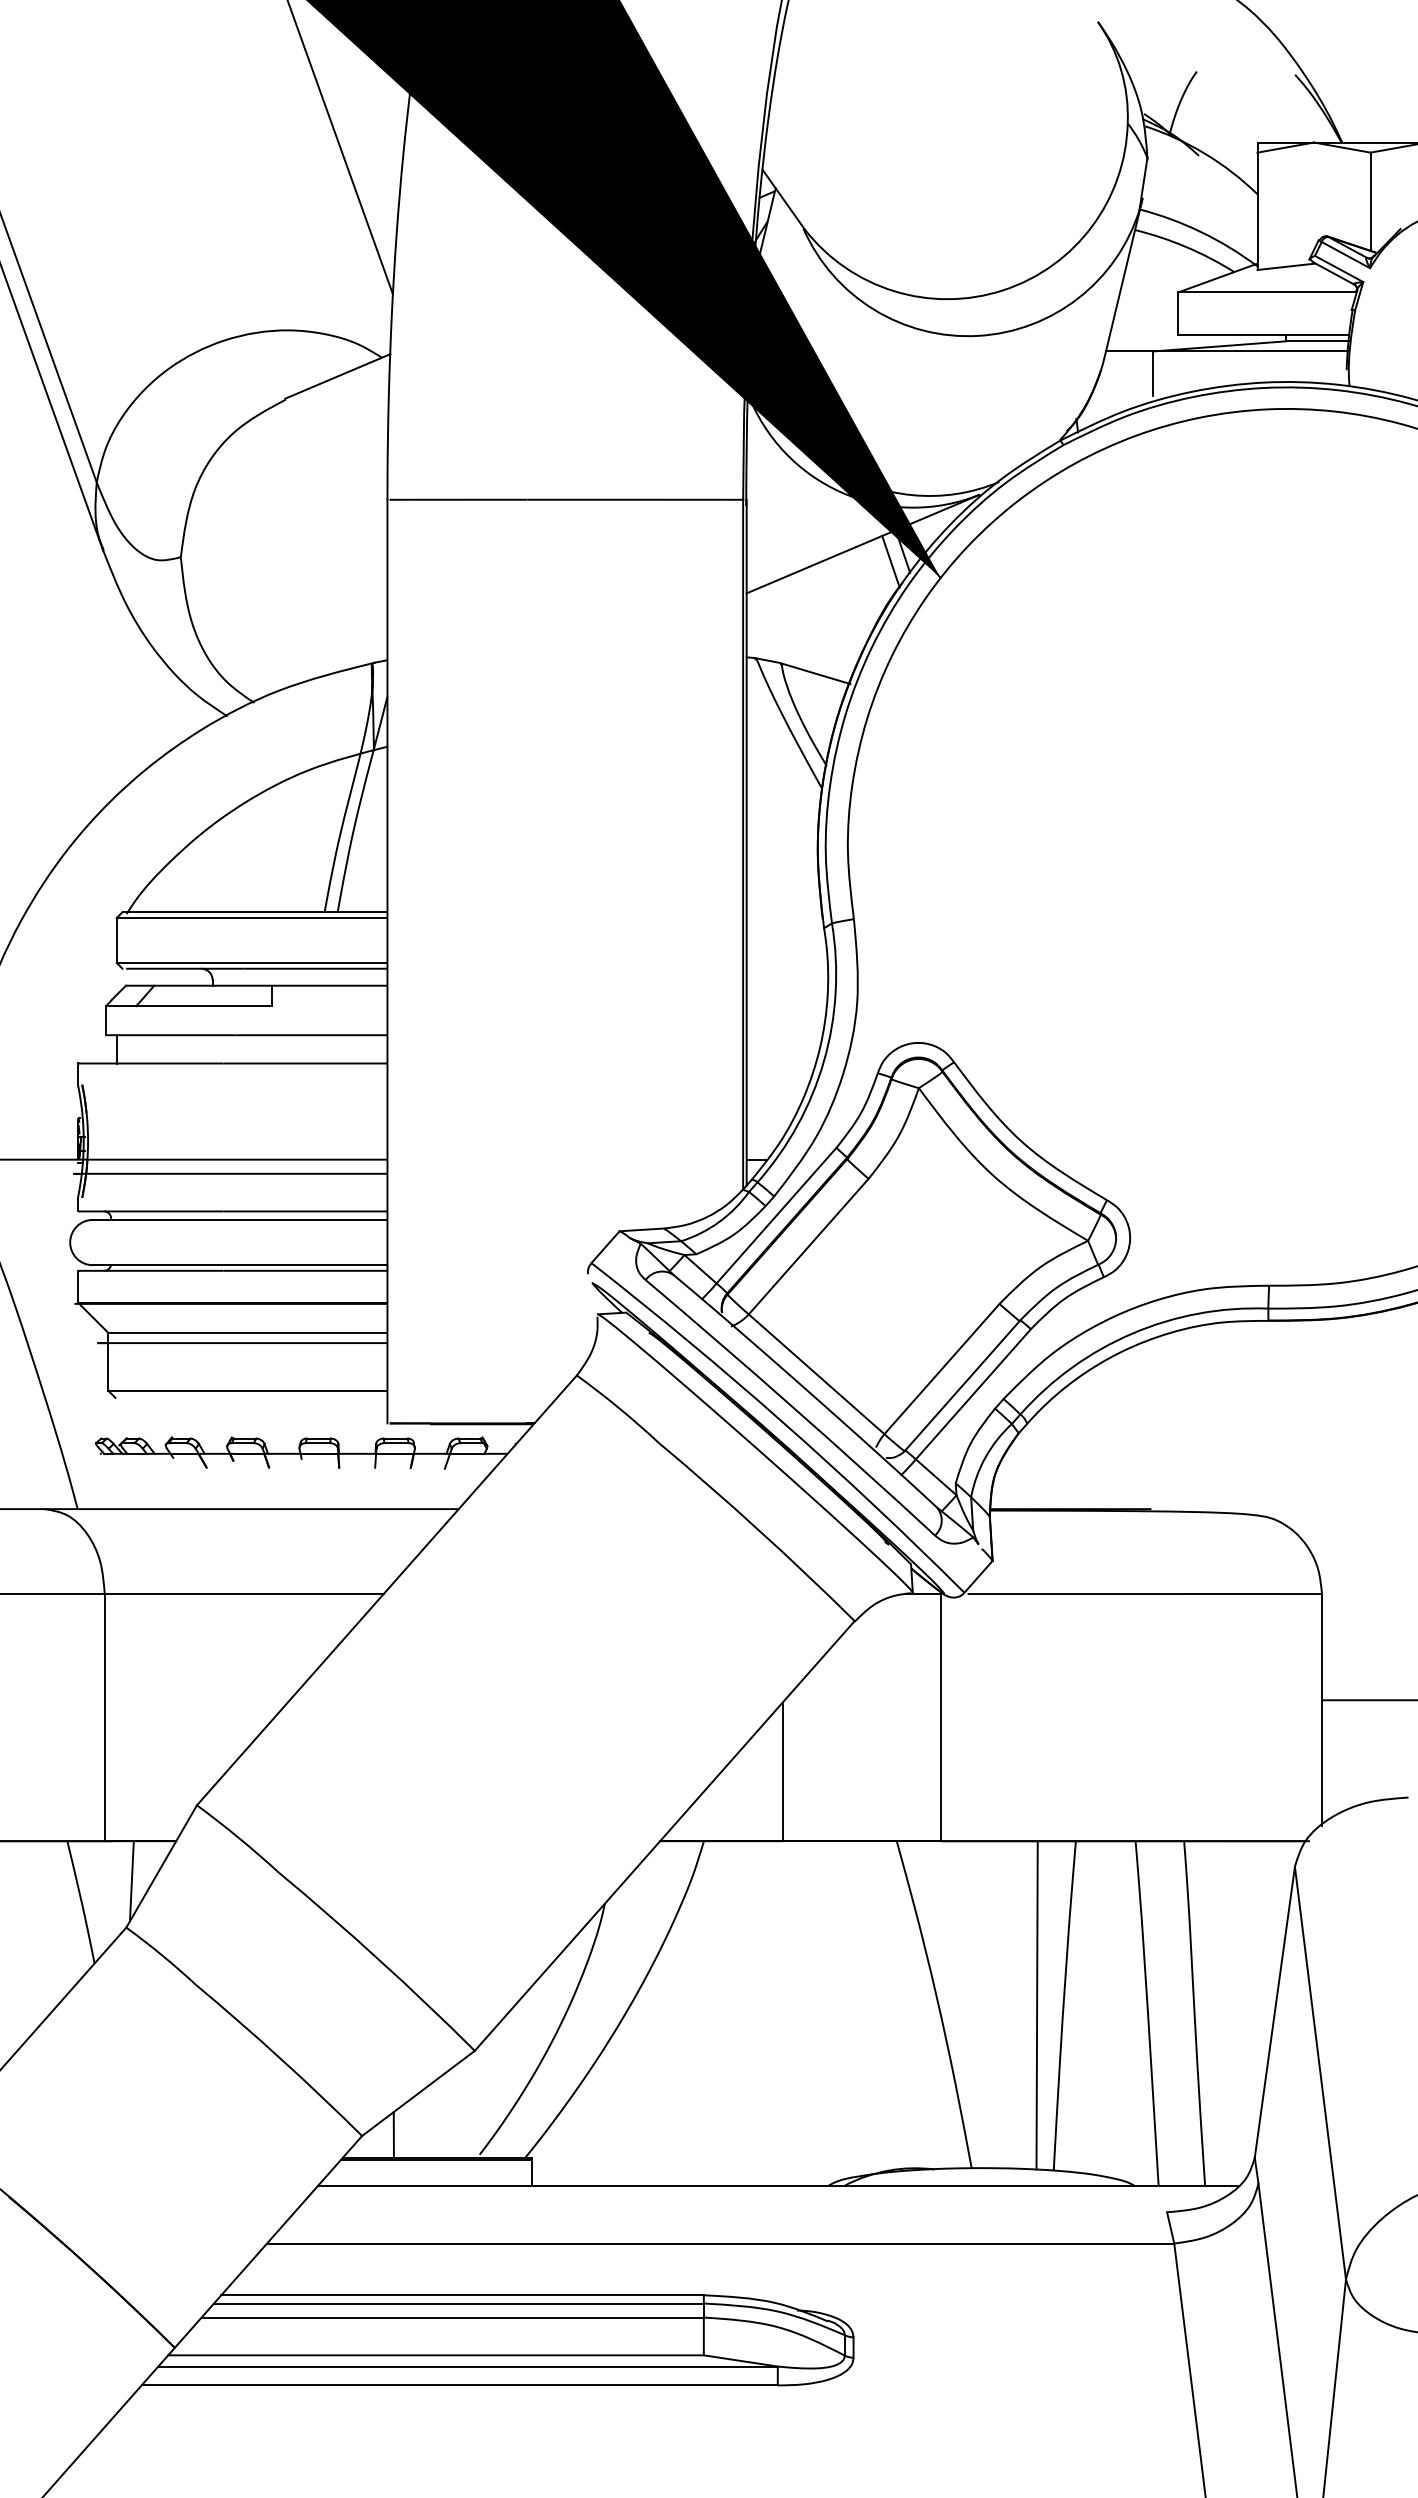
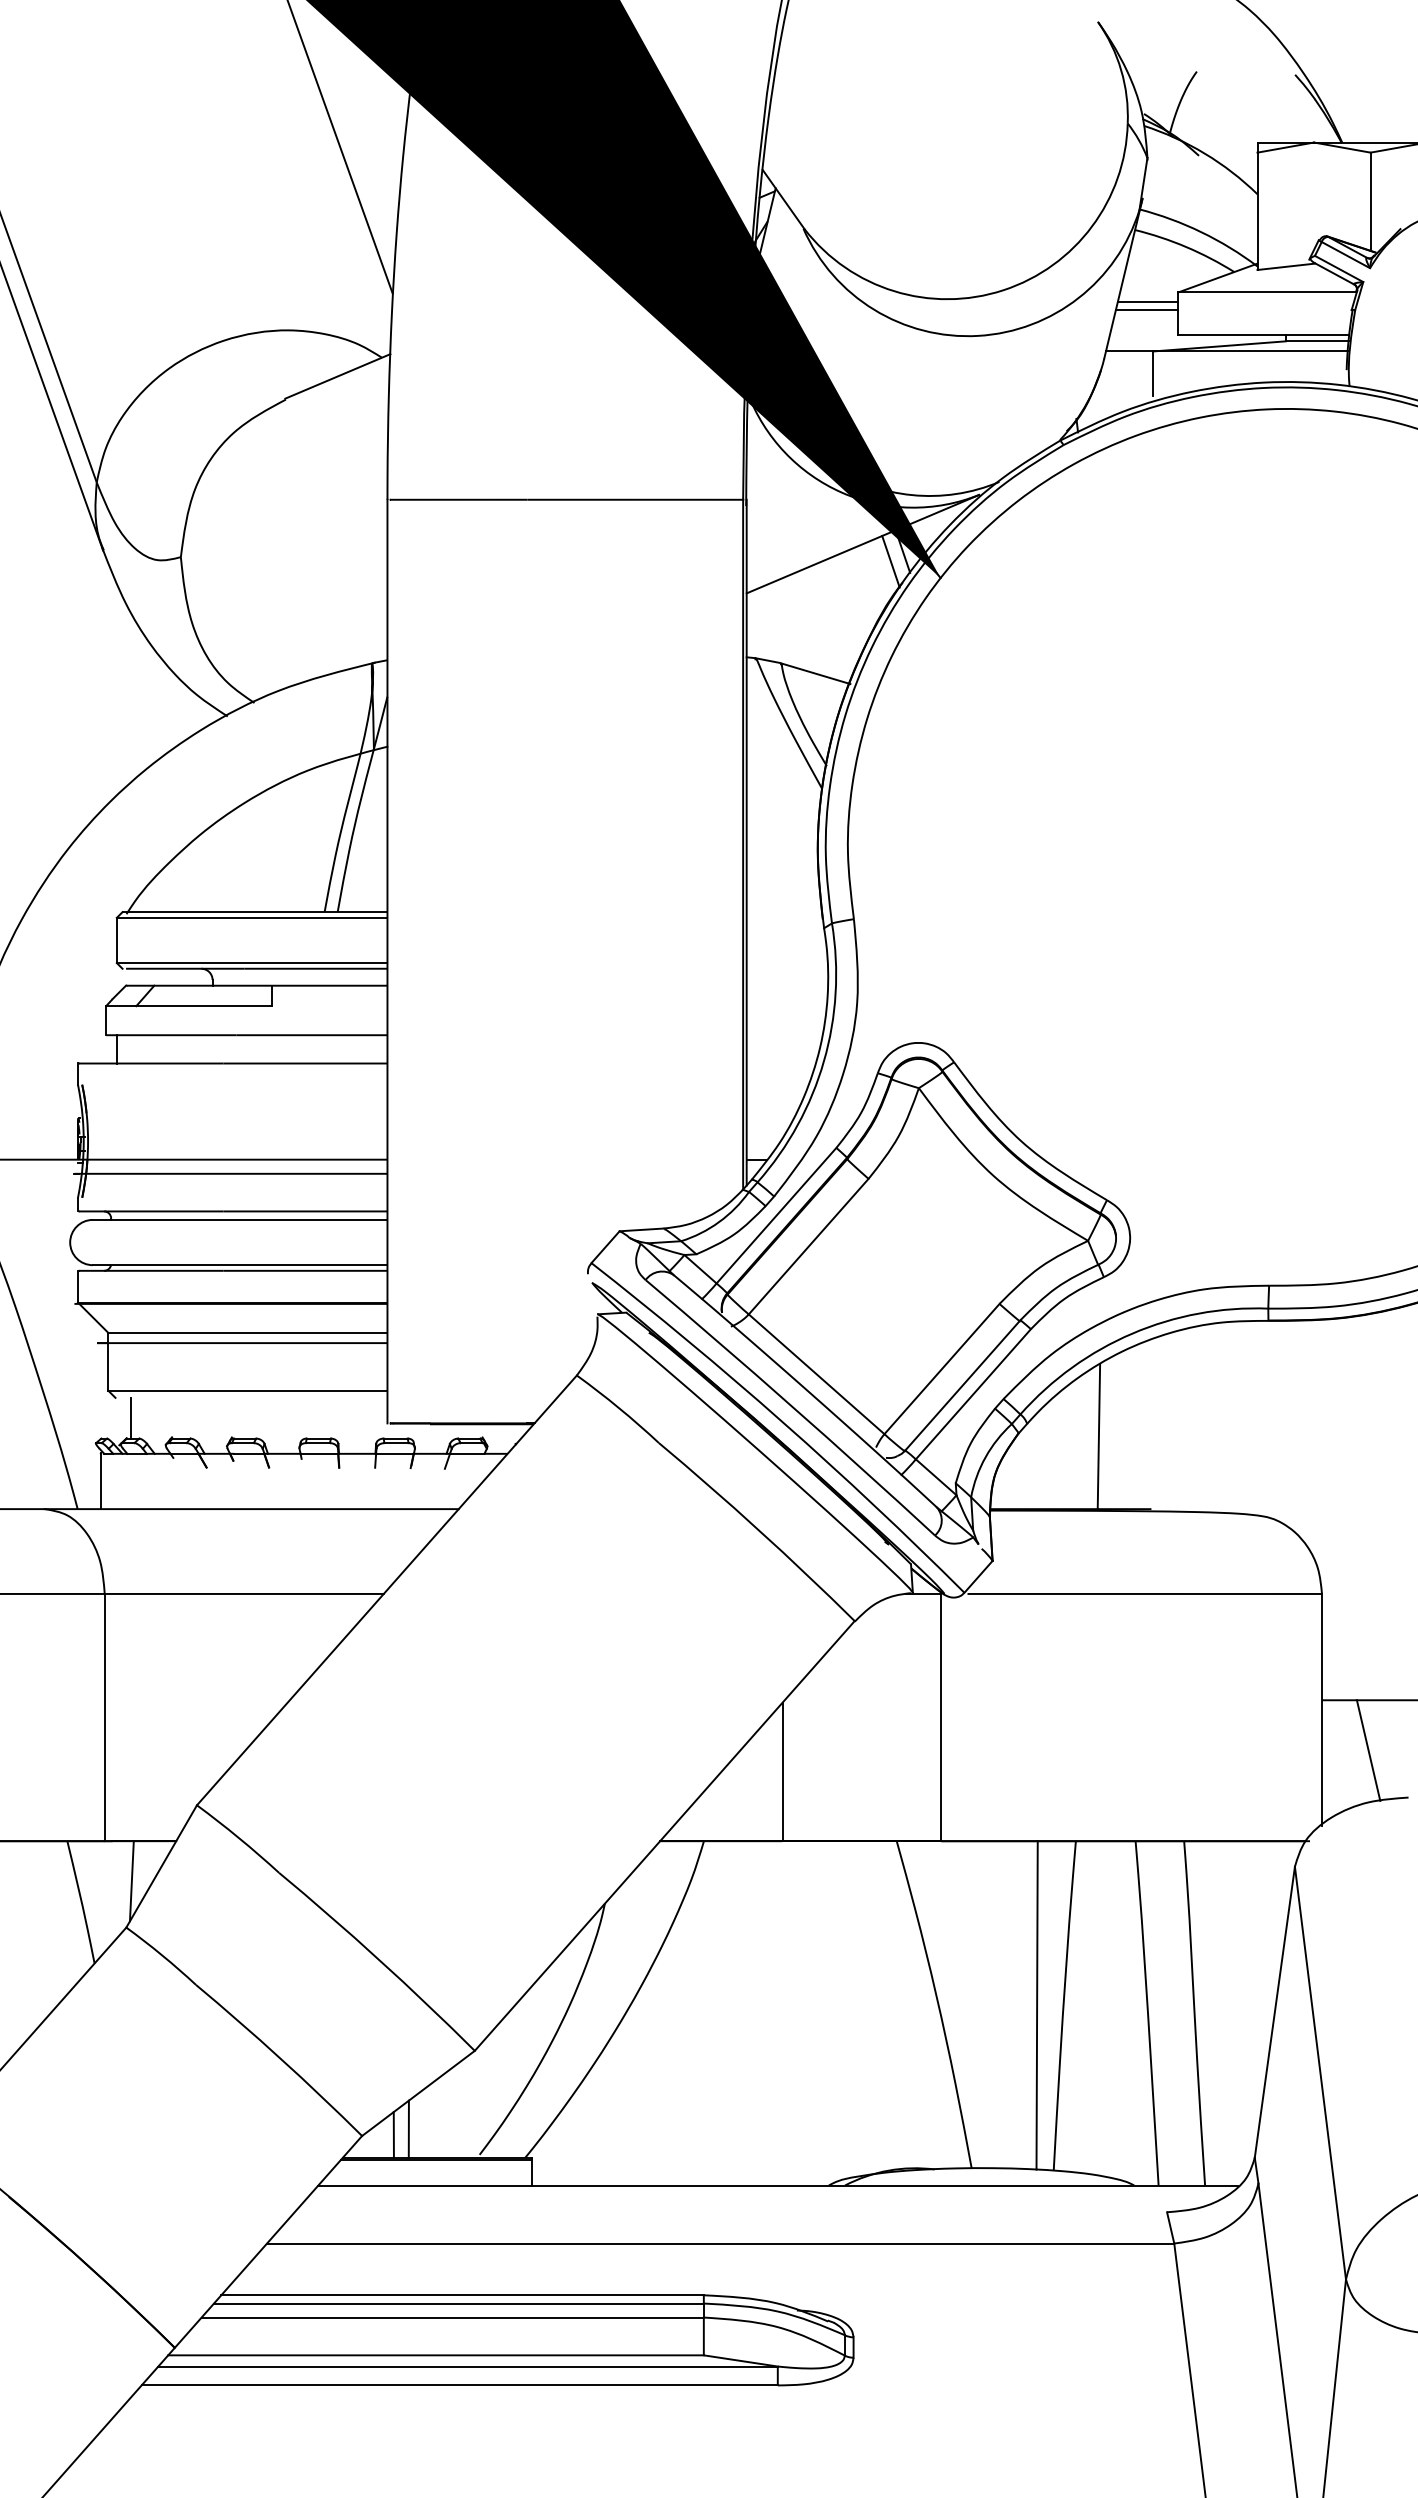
line at (1147, 302): none -> present
line at (1147, 309): none -> present
line at (131, 1417): none -> present
line at (1098, 1436): none -> present
line at (101, 1480): none -> present
line at (1368, 1750): none -> present
line at (408, 2128): none -> present
